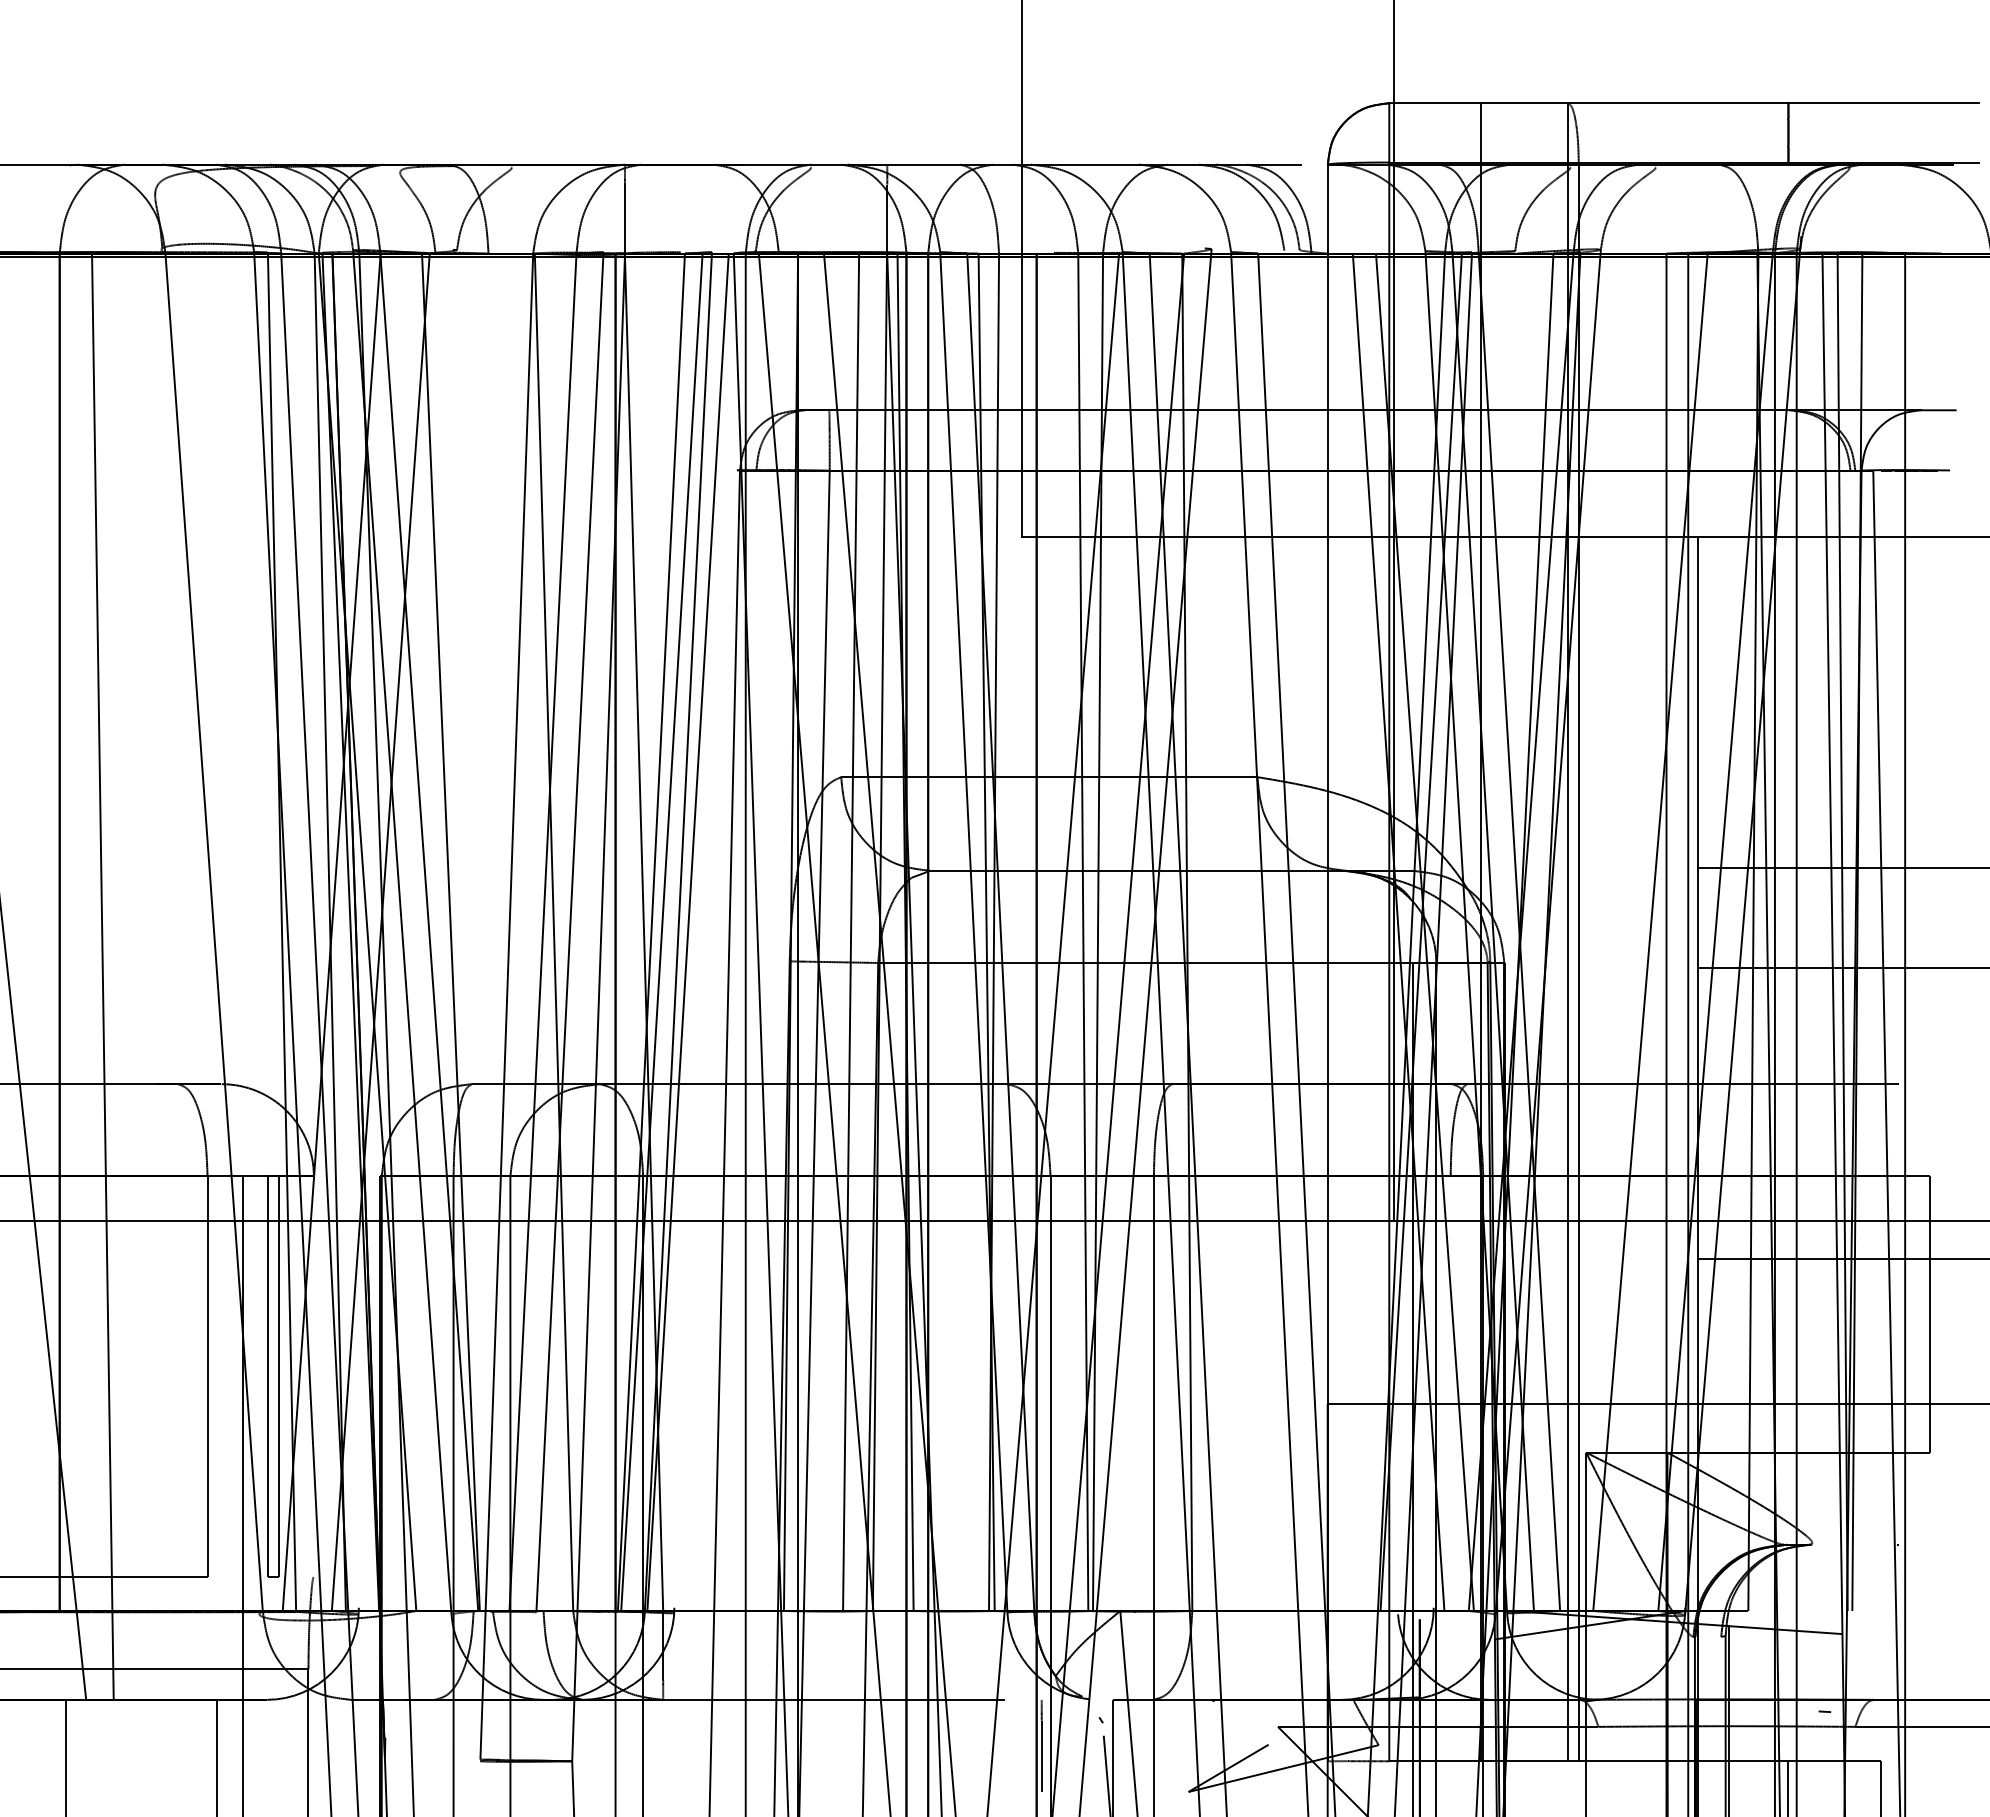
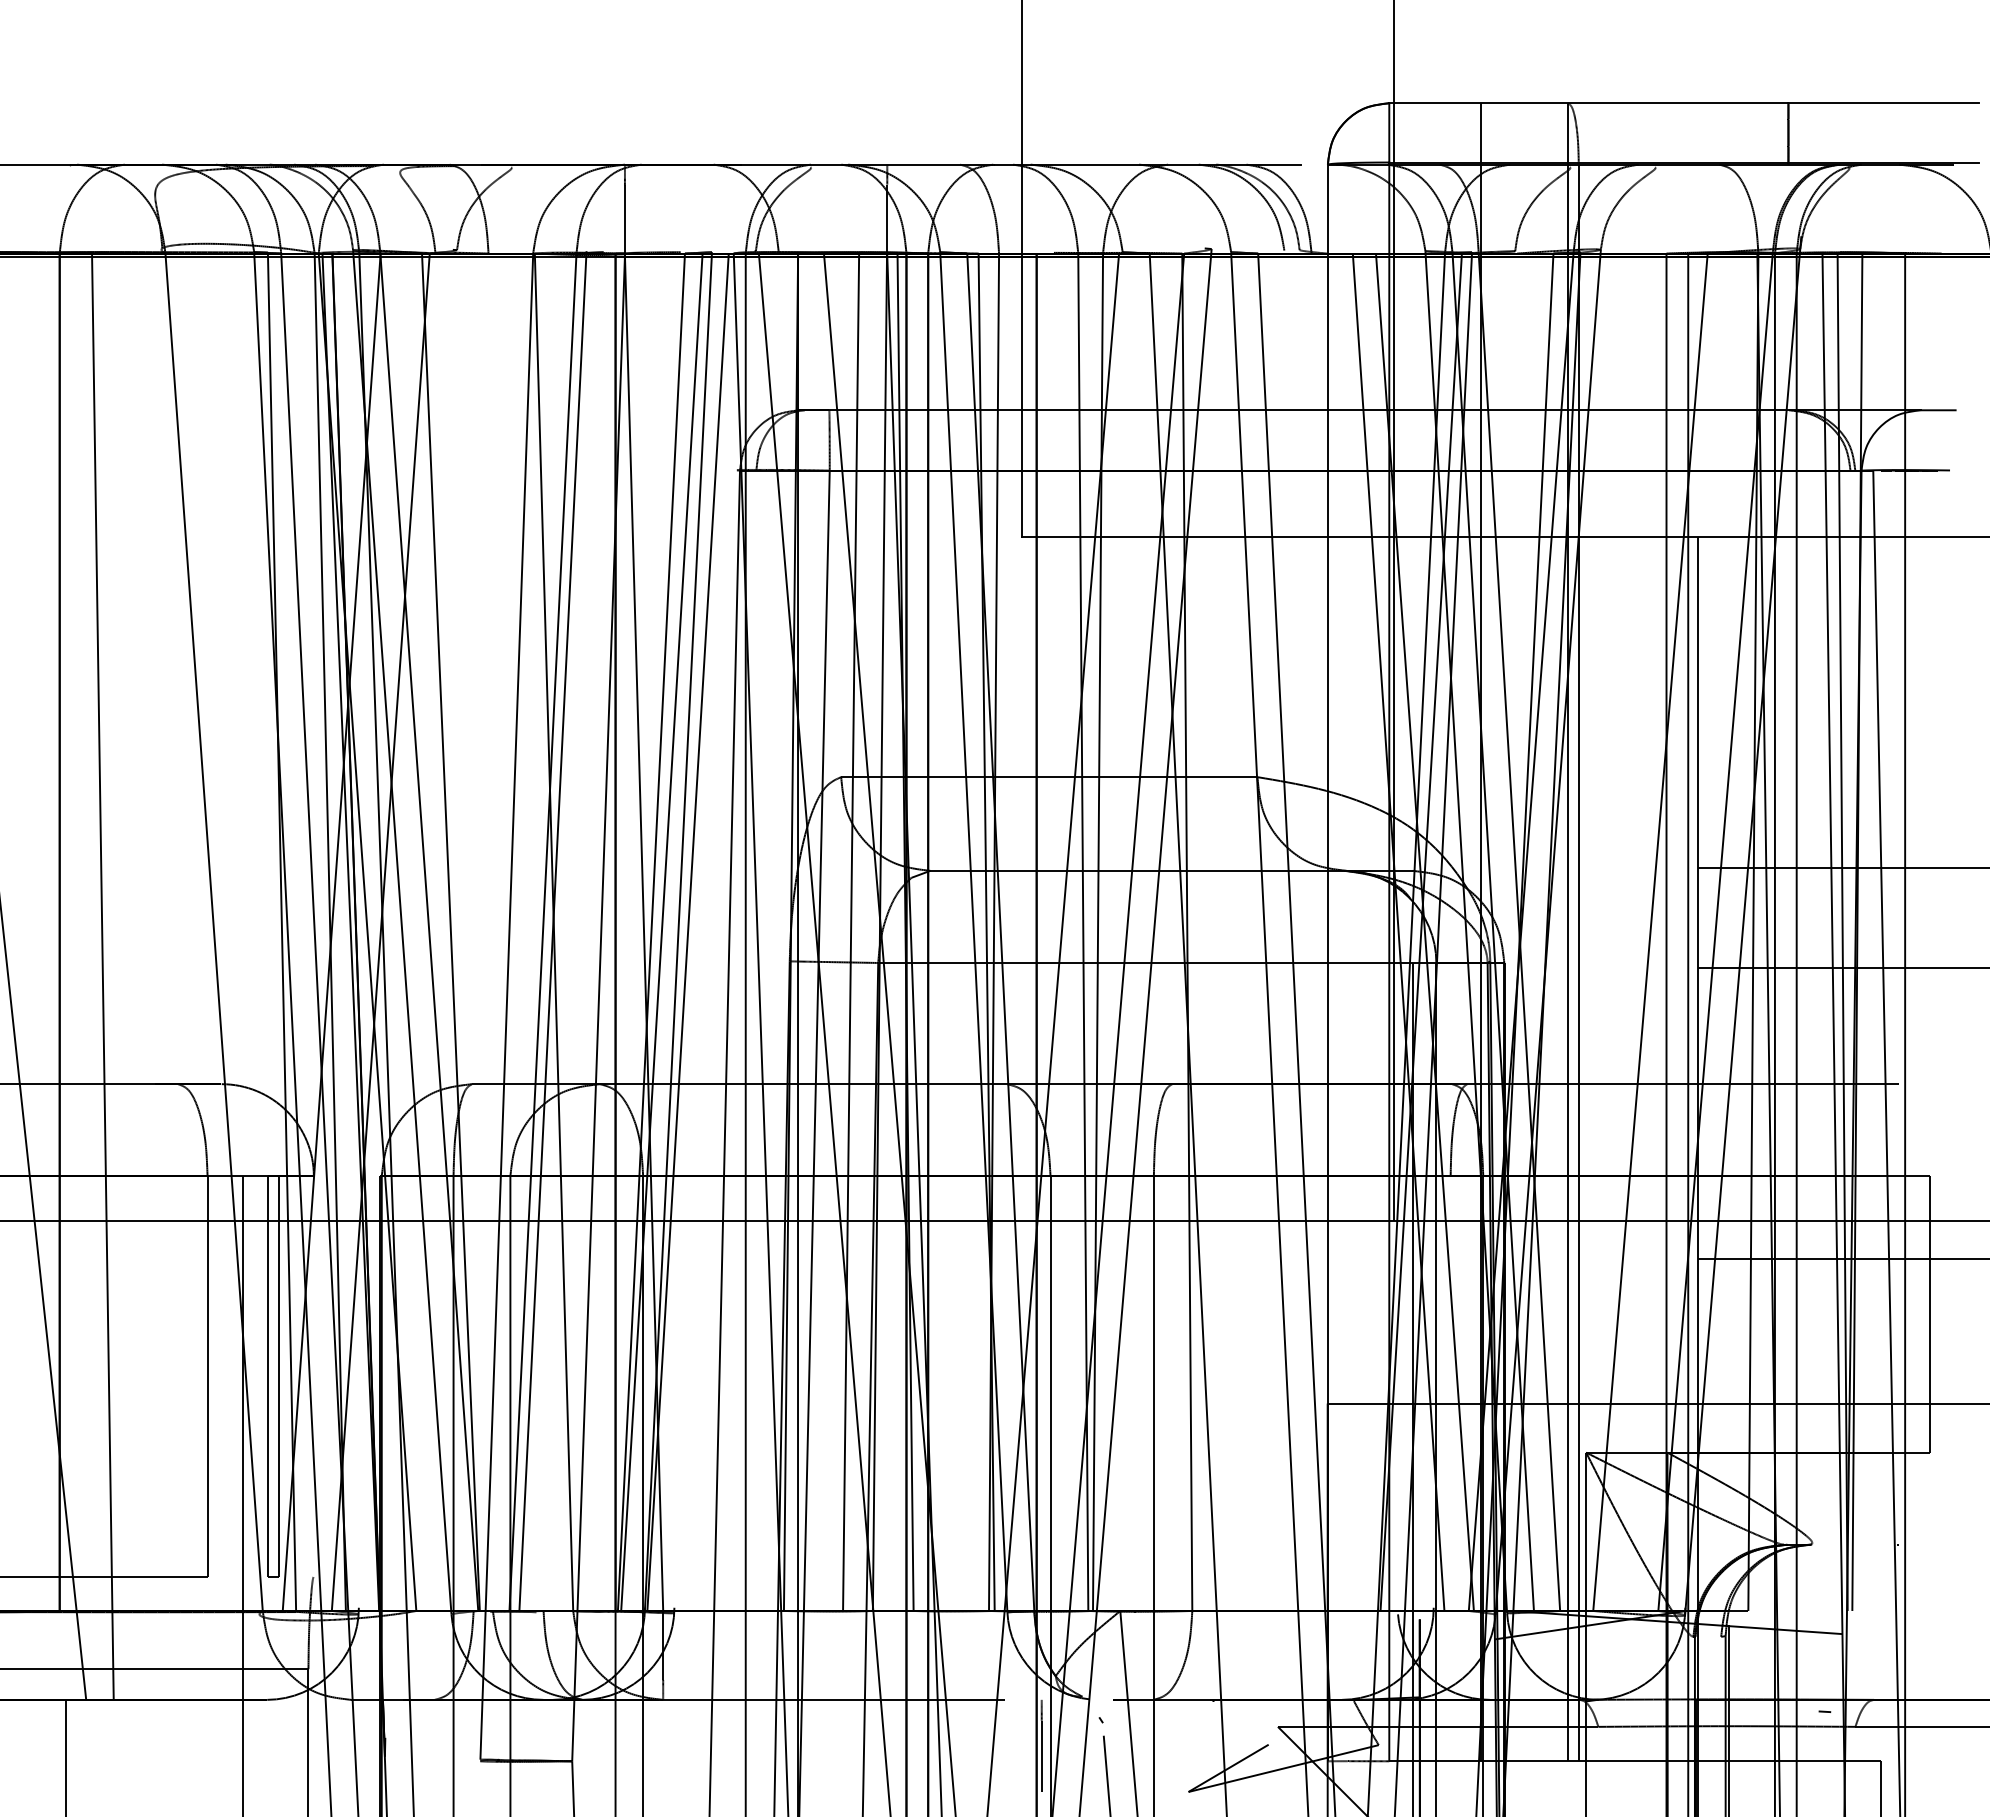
line at (569, 932) position: (569, 932) -> (552, 931)
line at (1160, 1032): present -> none
line at (216, 1756): present -> none
line at (1112, 1756): present -> none
line at (1788, 1787): present -> none
